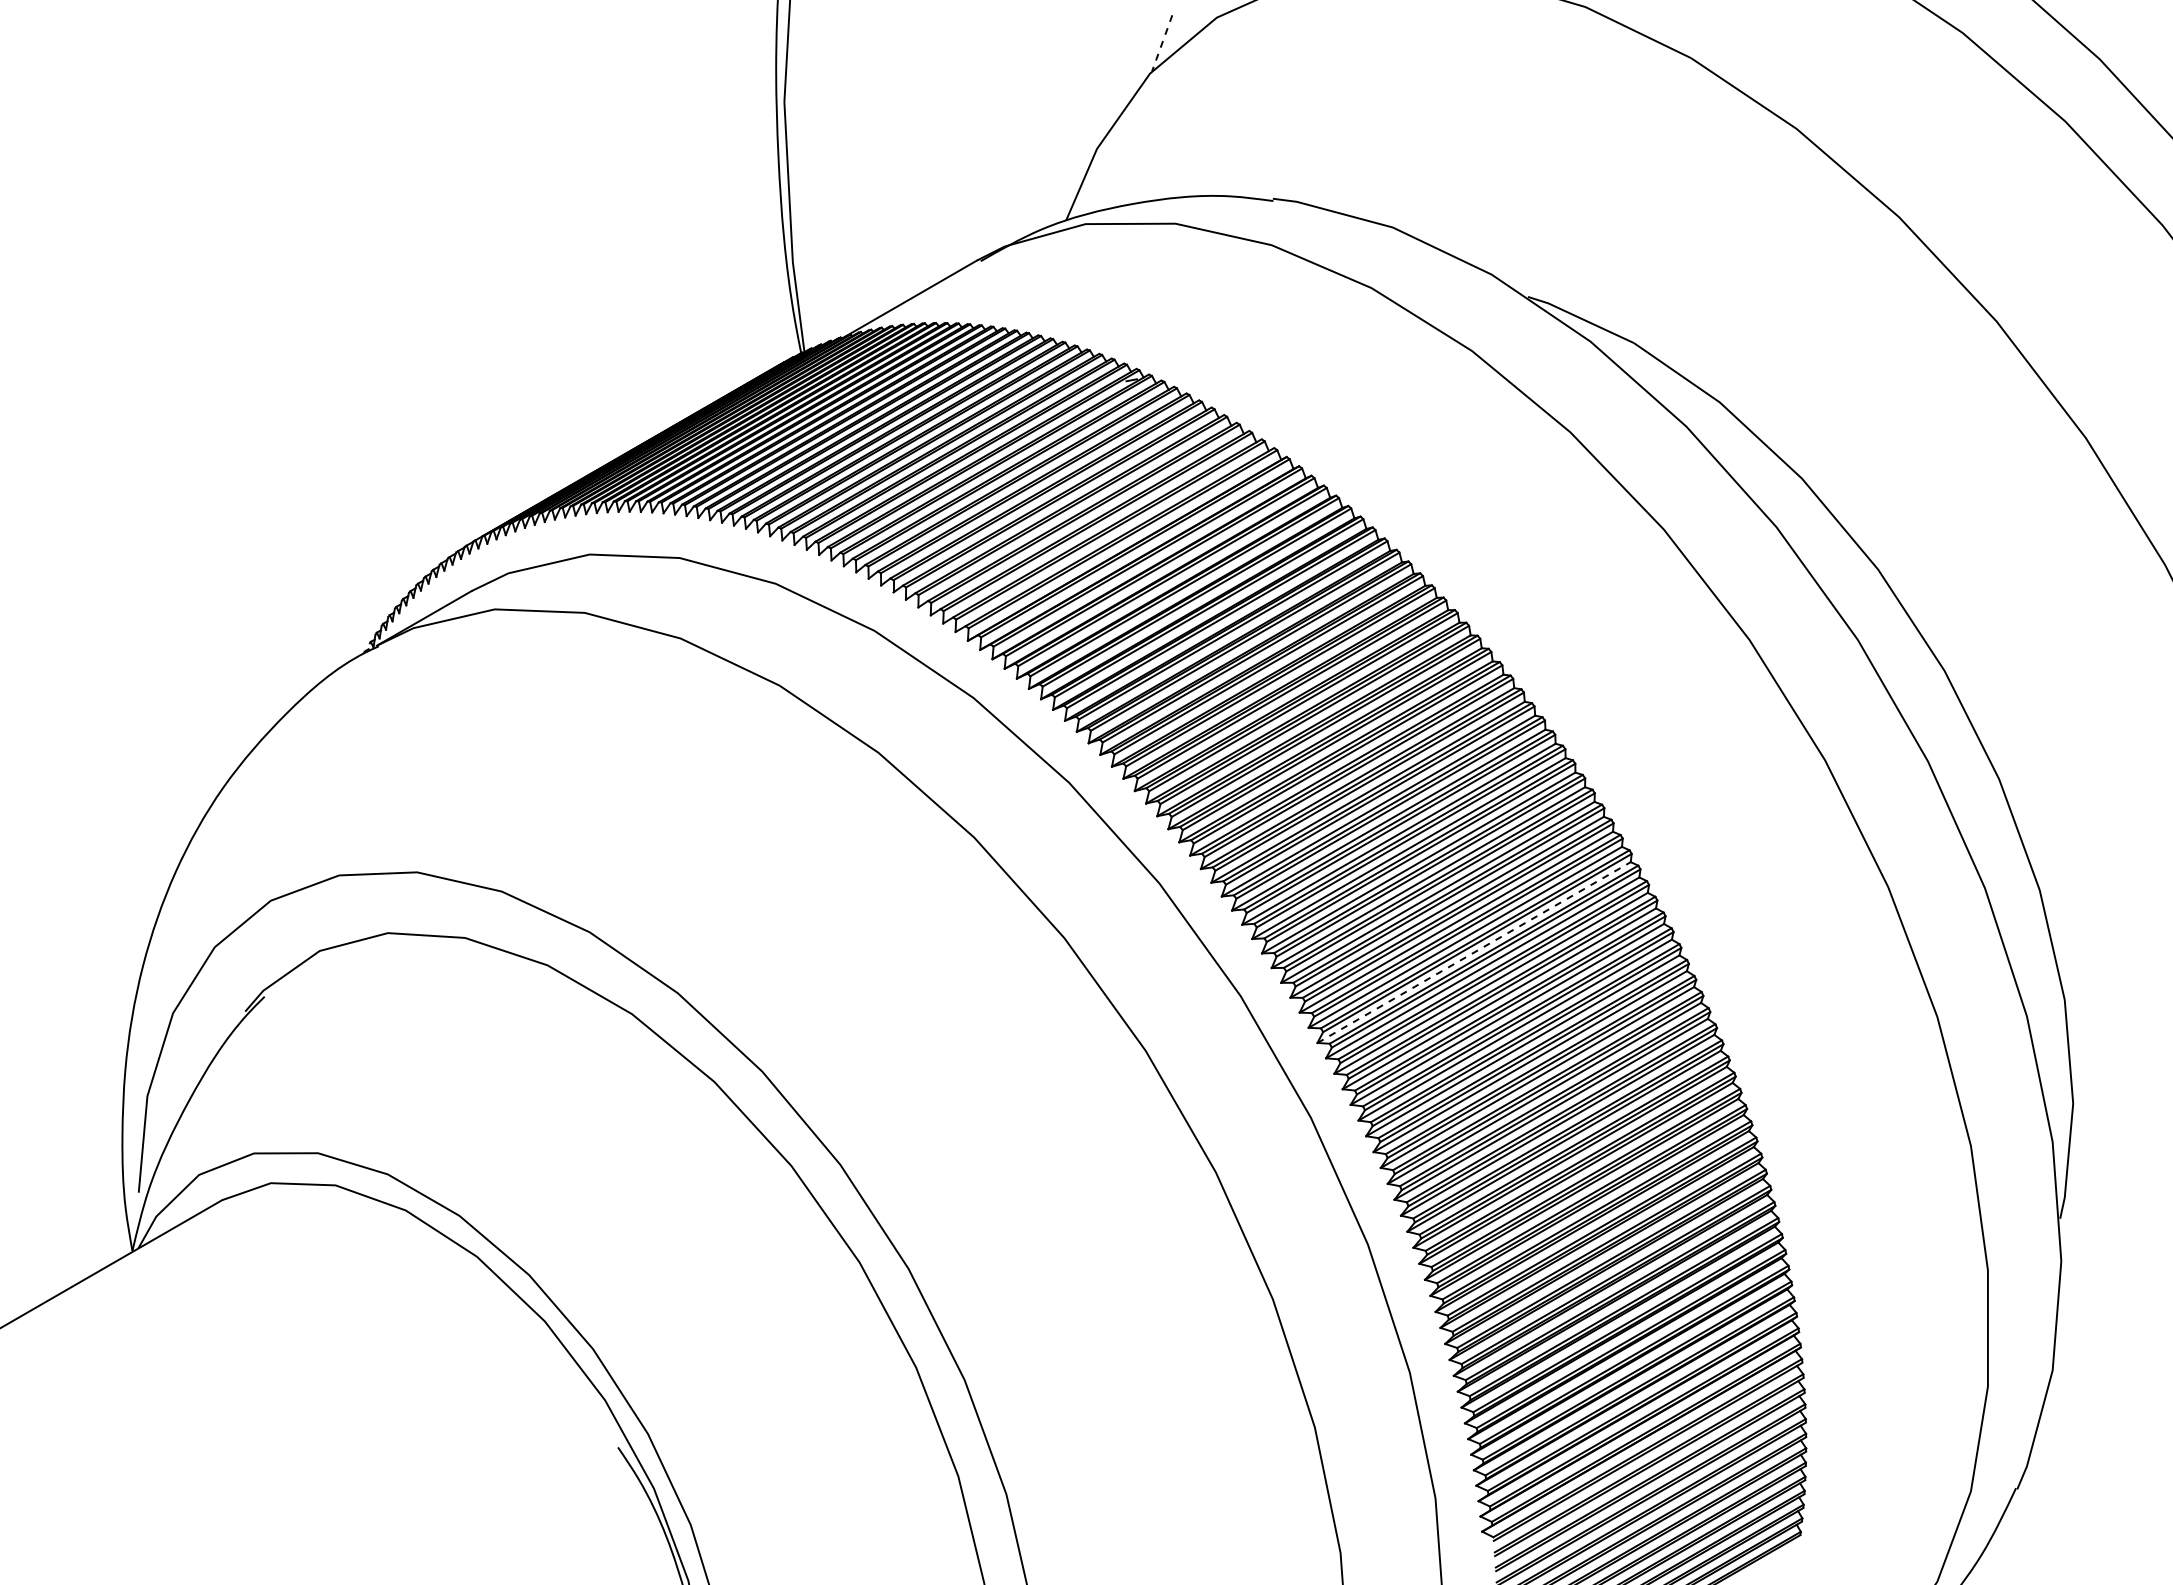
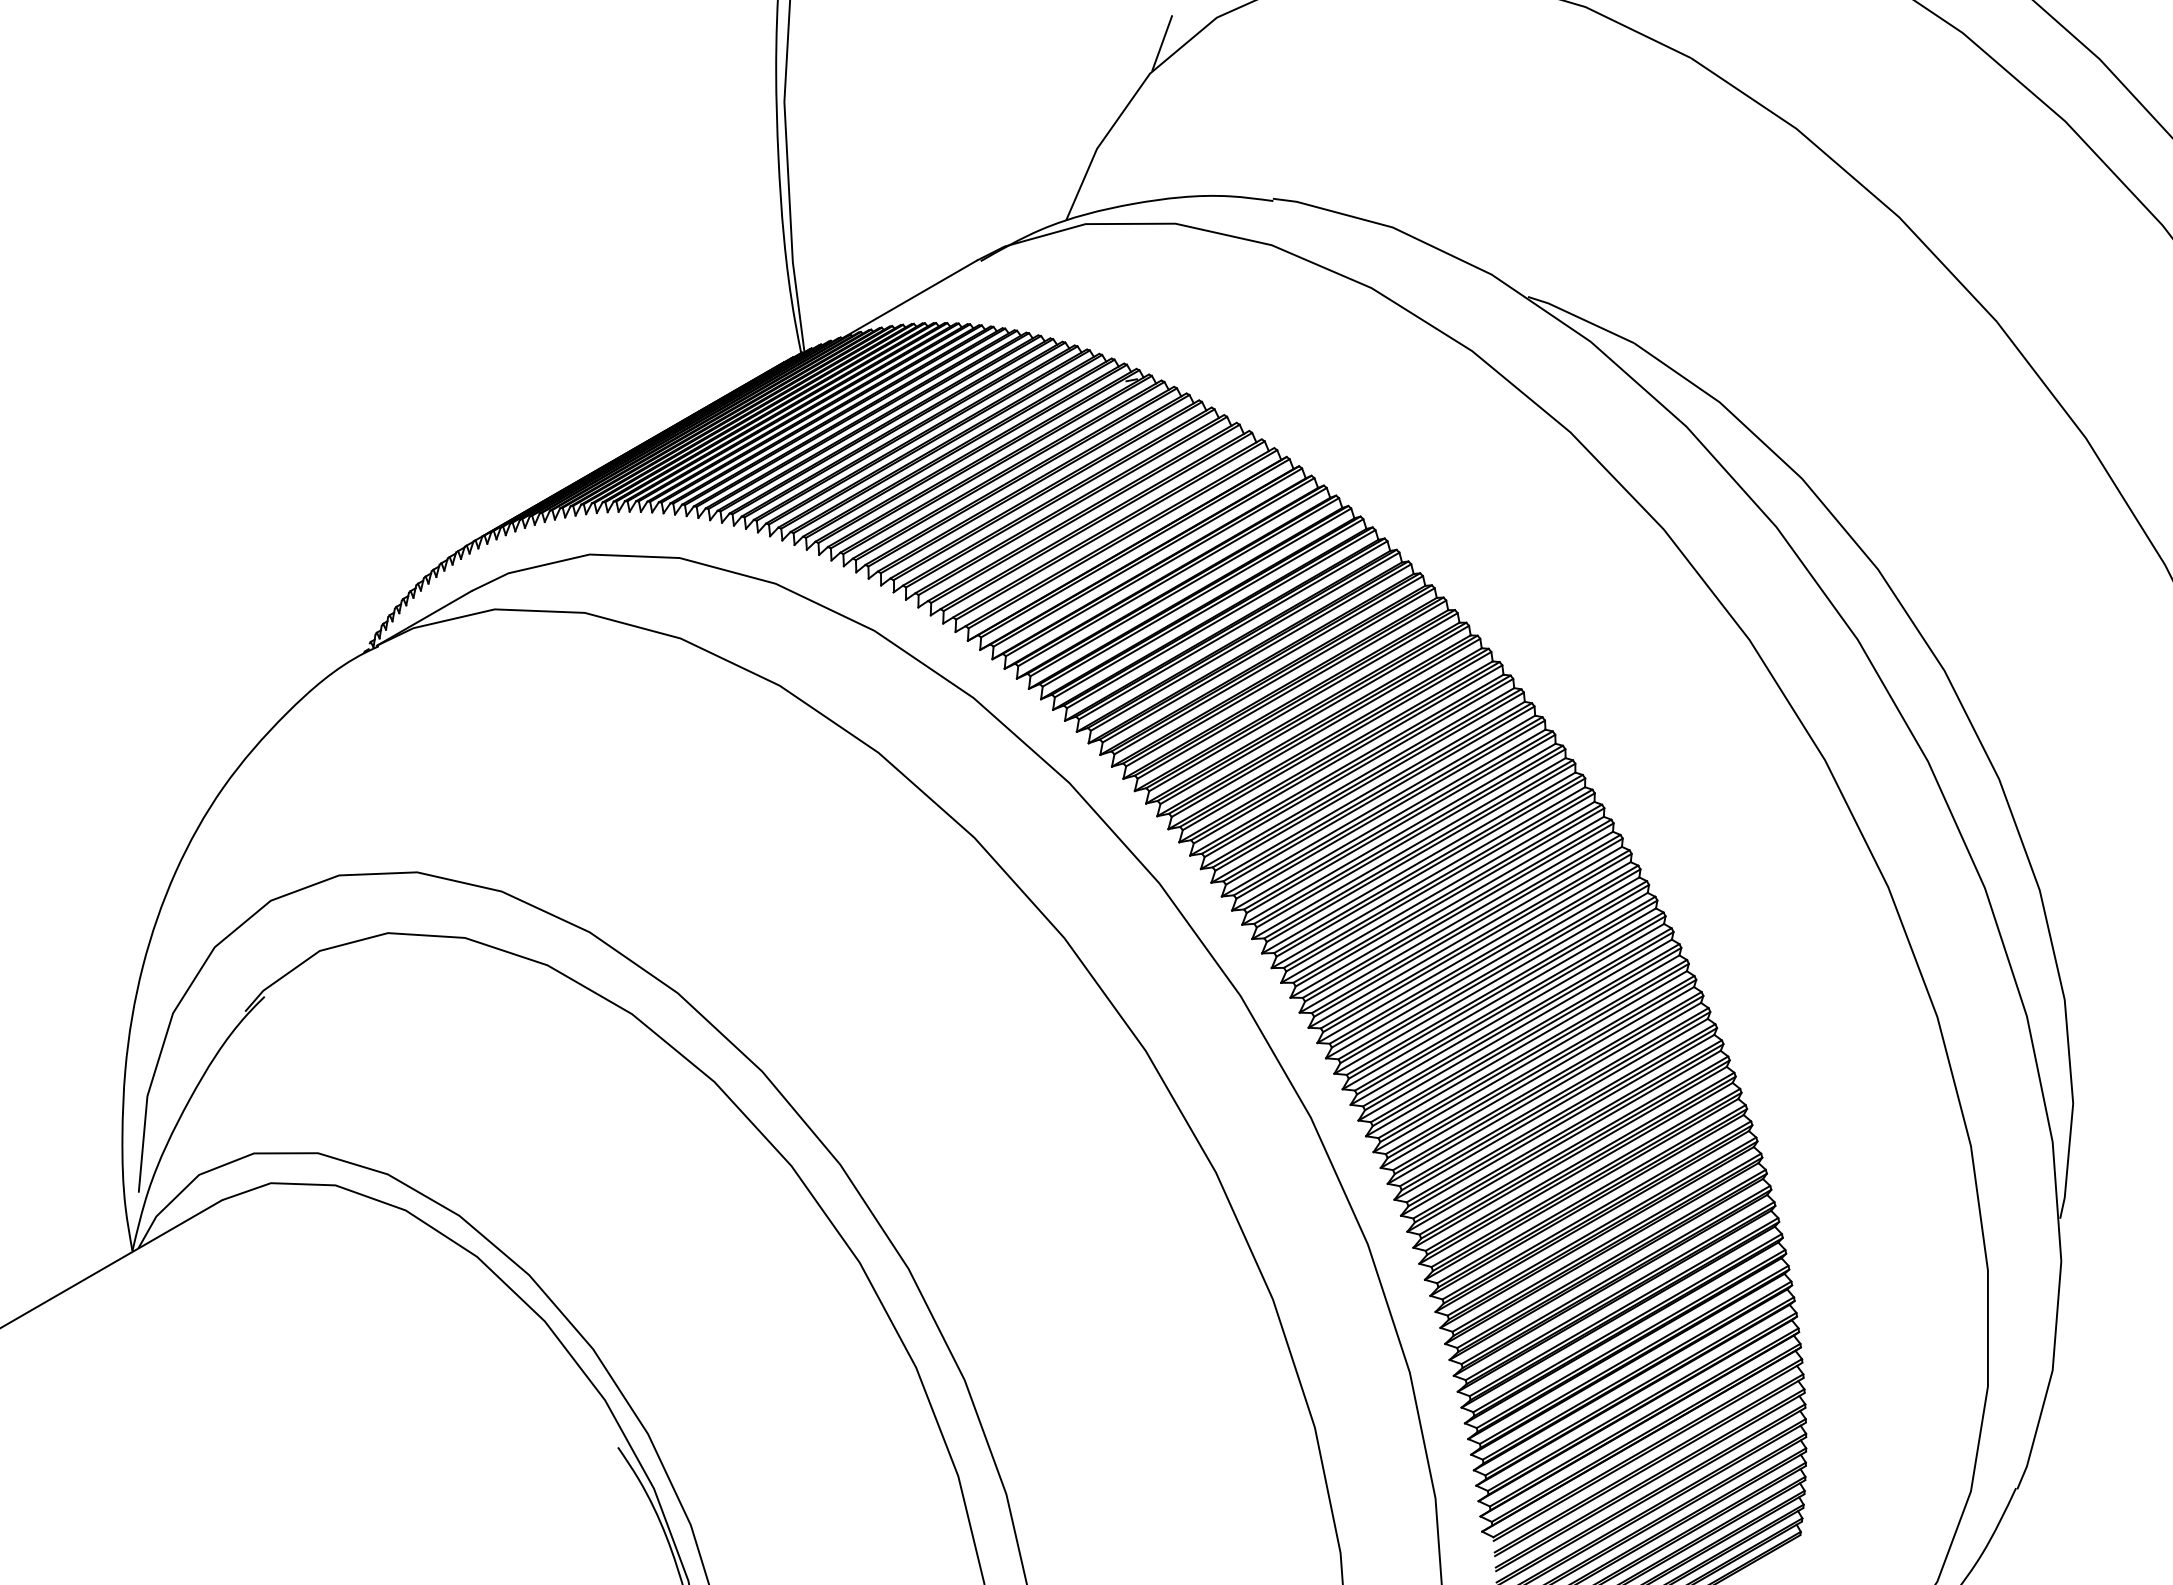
line at (1162, 43): dashed -> solid
line at (1474, 952): dashed -> solid
